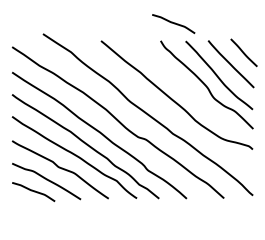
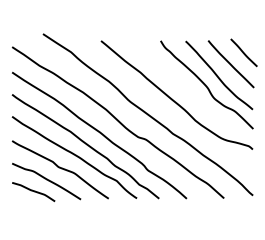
curve at (173, 23): present -> none
